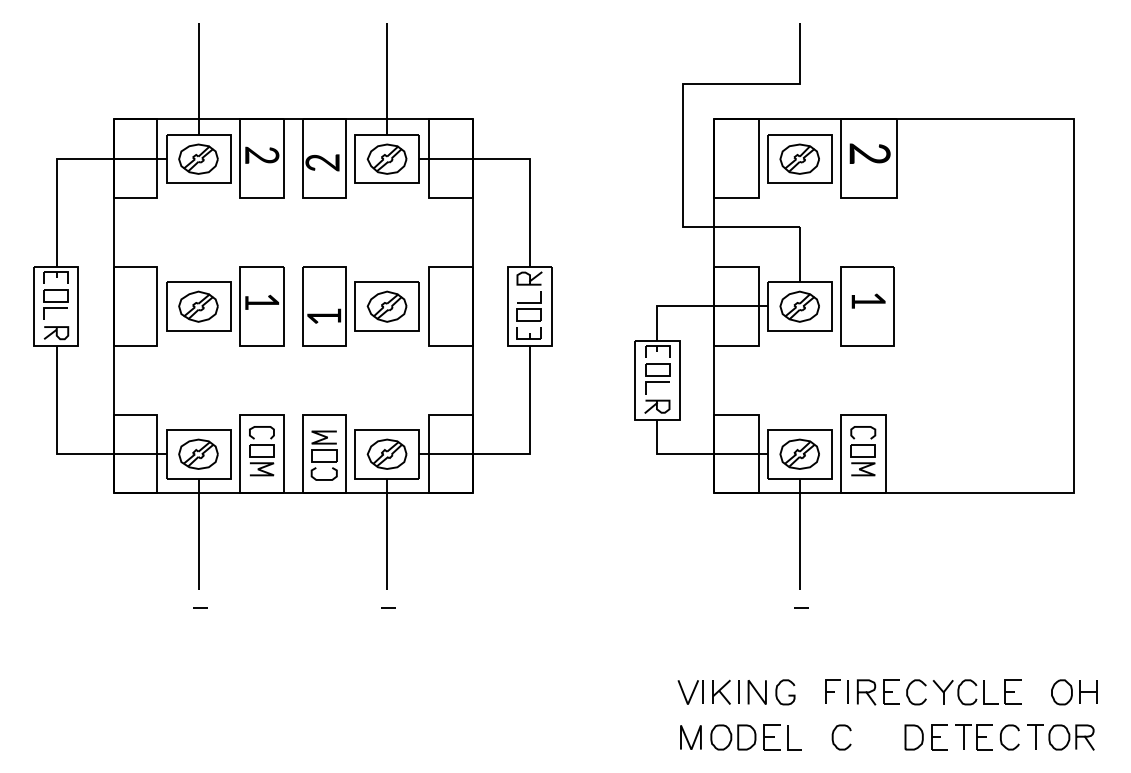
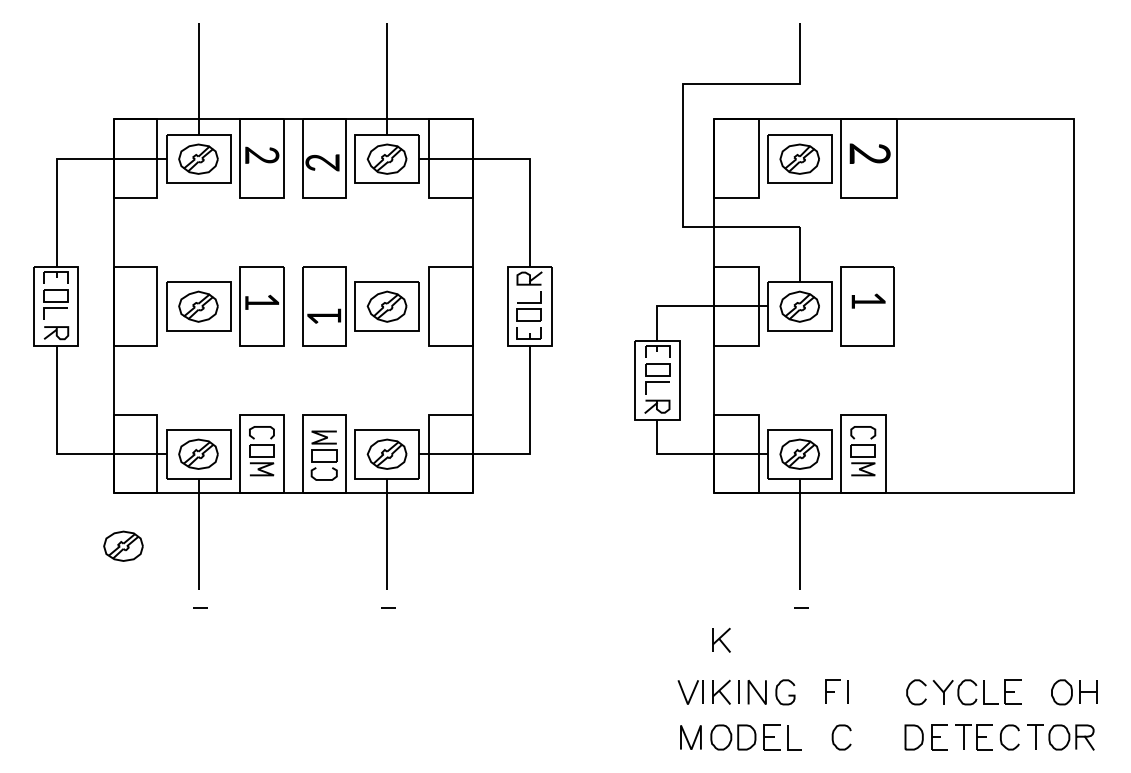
part at (123, 545): none -> present
part at (721, 639): none -> present
part at (878, 692): present -> none
